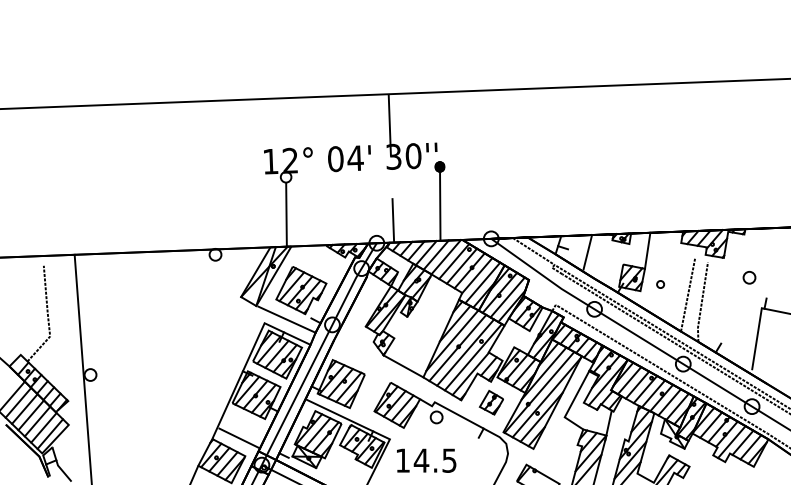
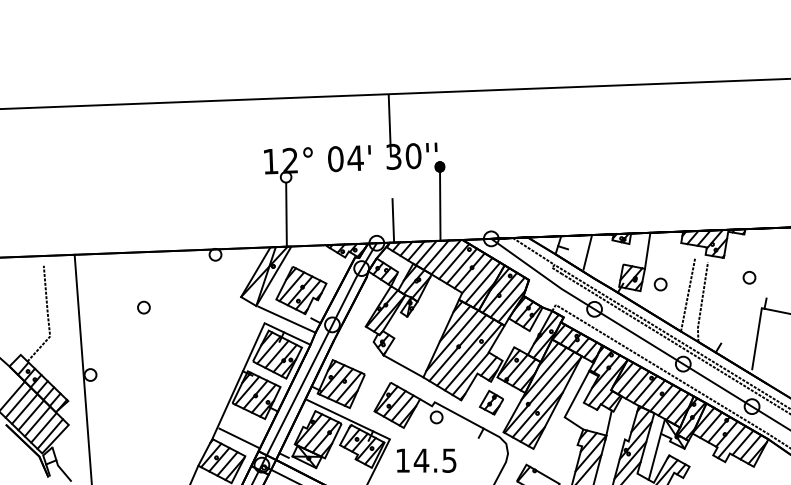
part at (660, 284) size: 10x9 px -> 15x15 px
part at (143, 307): none -> present
line at (654, 456): none -> present
